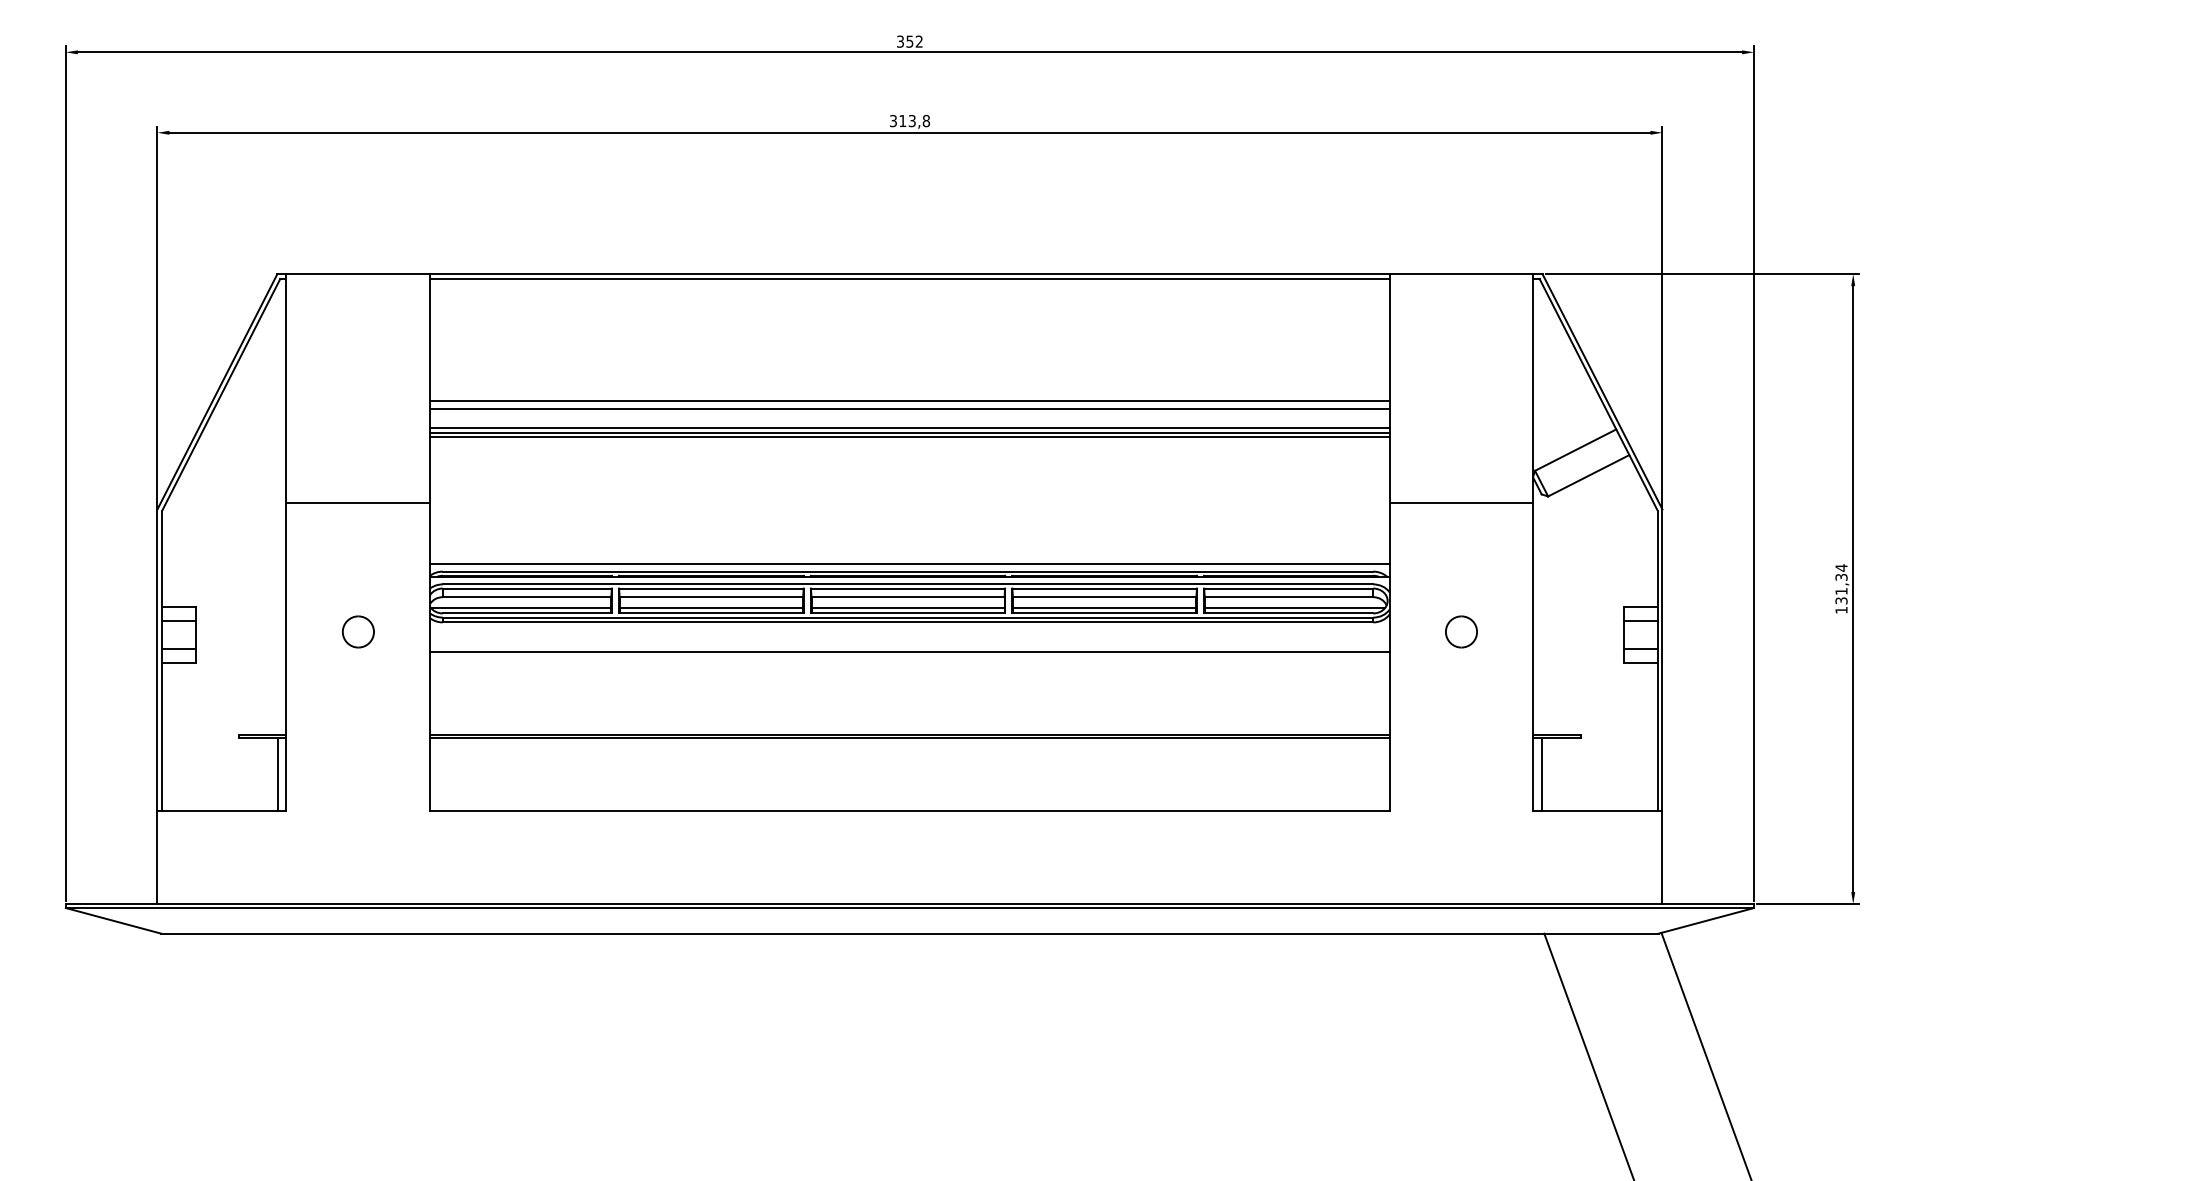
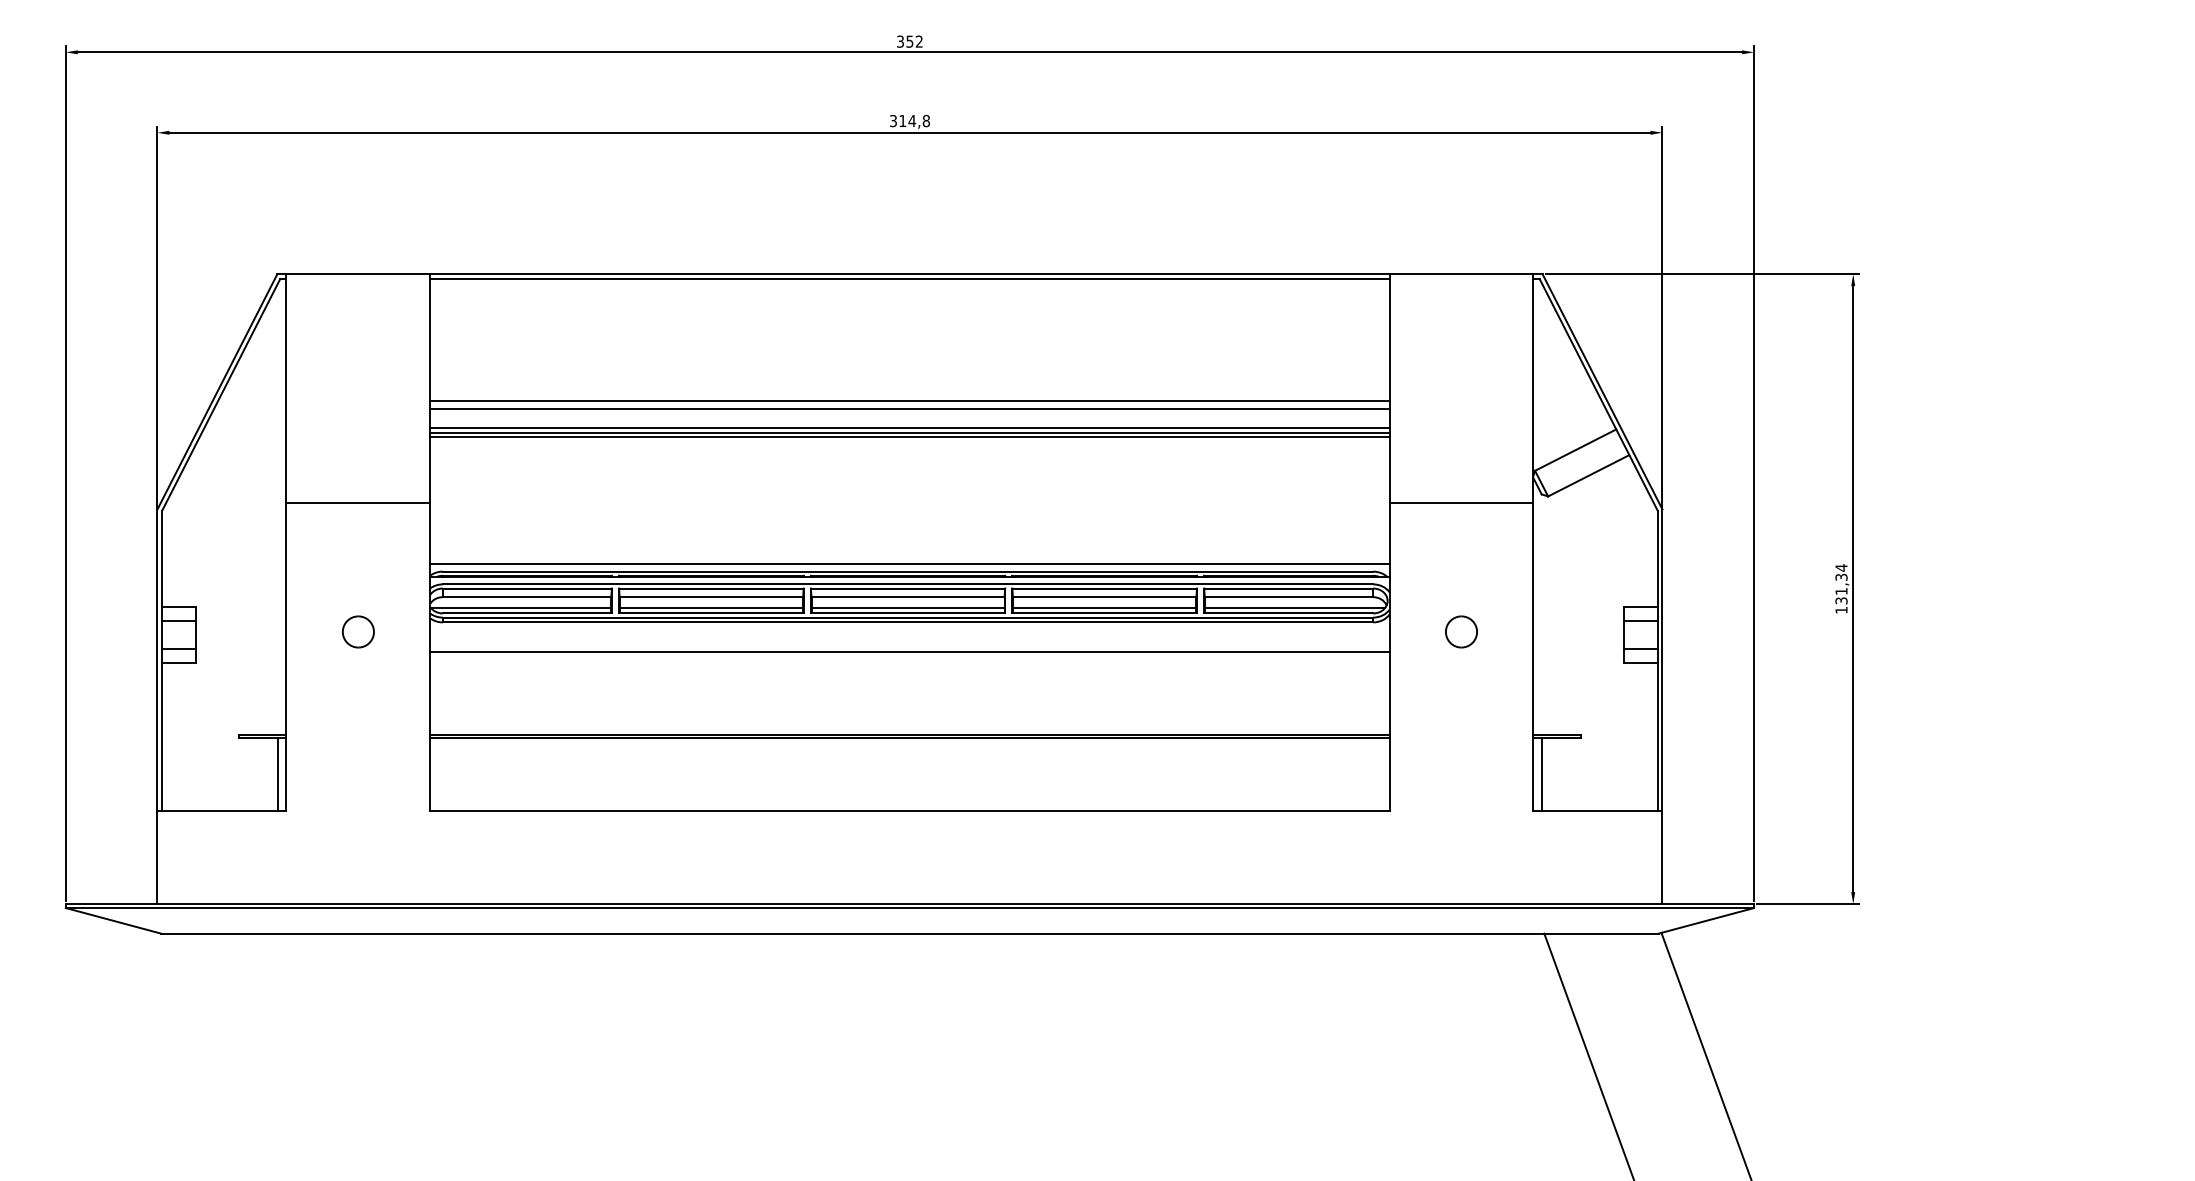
text at (912, 120): 313,8 -> 314,8
